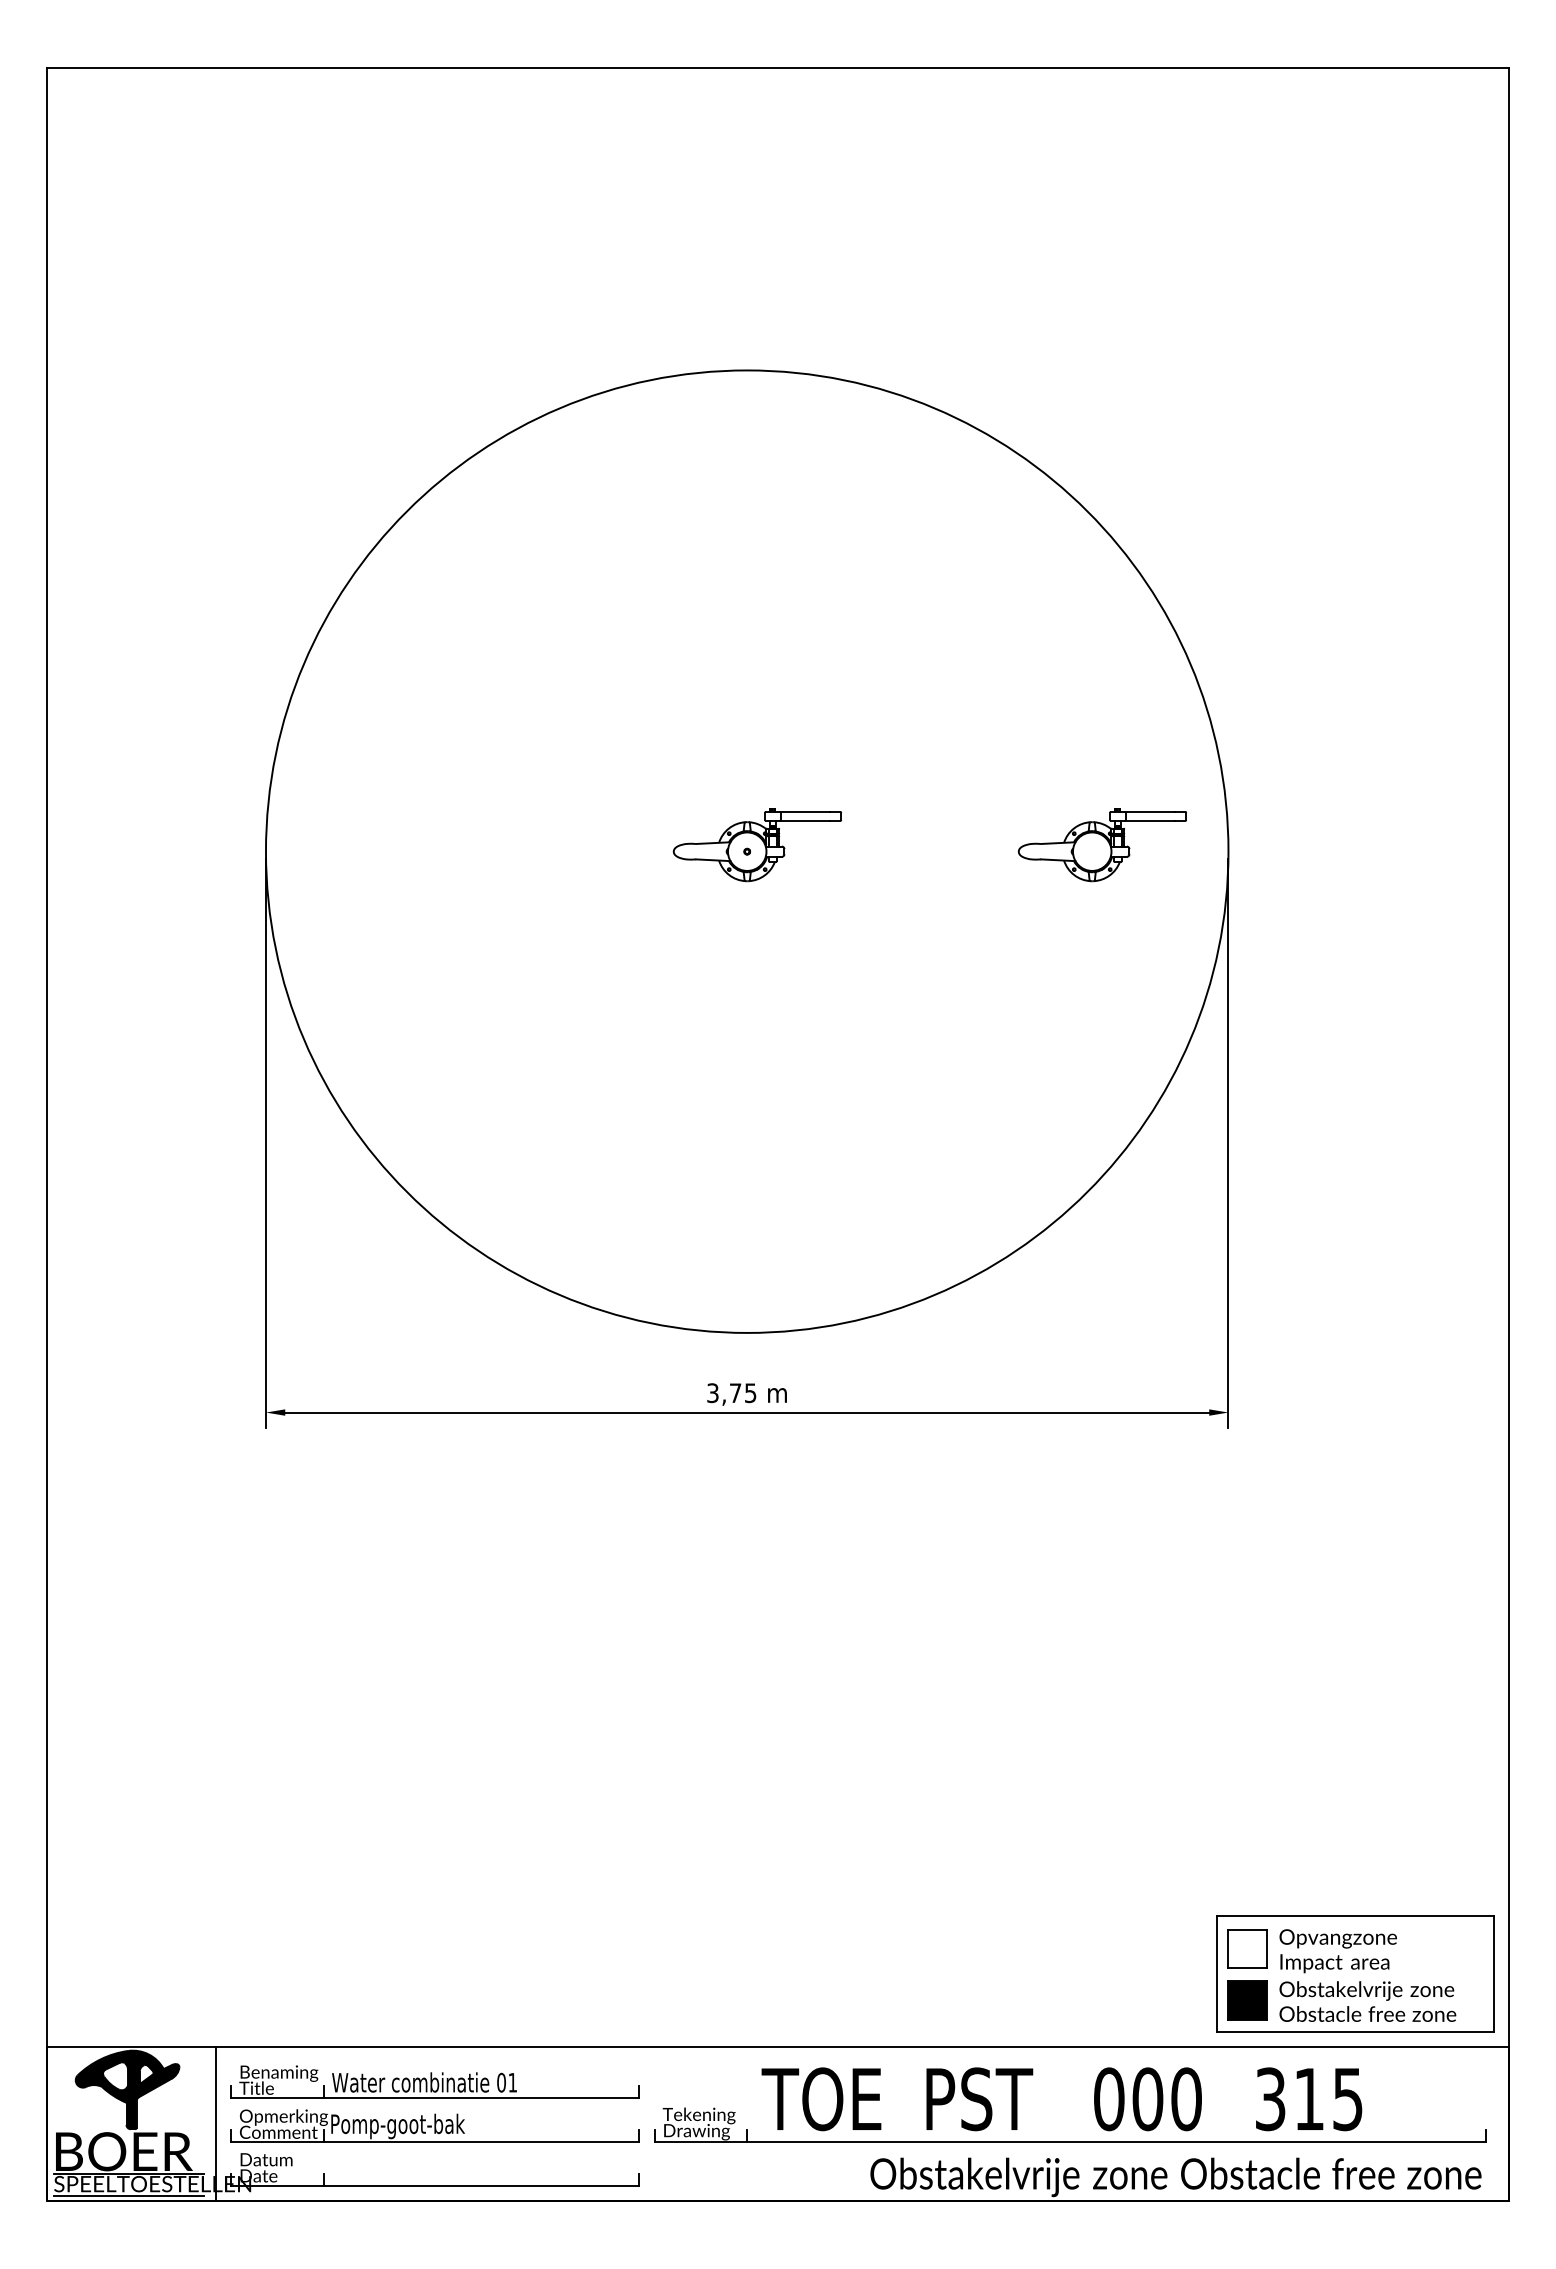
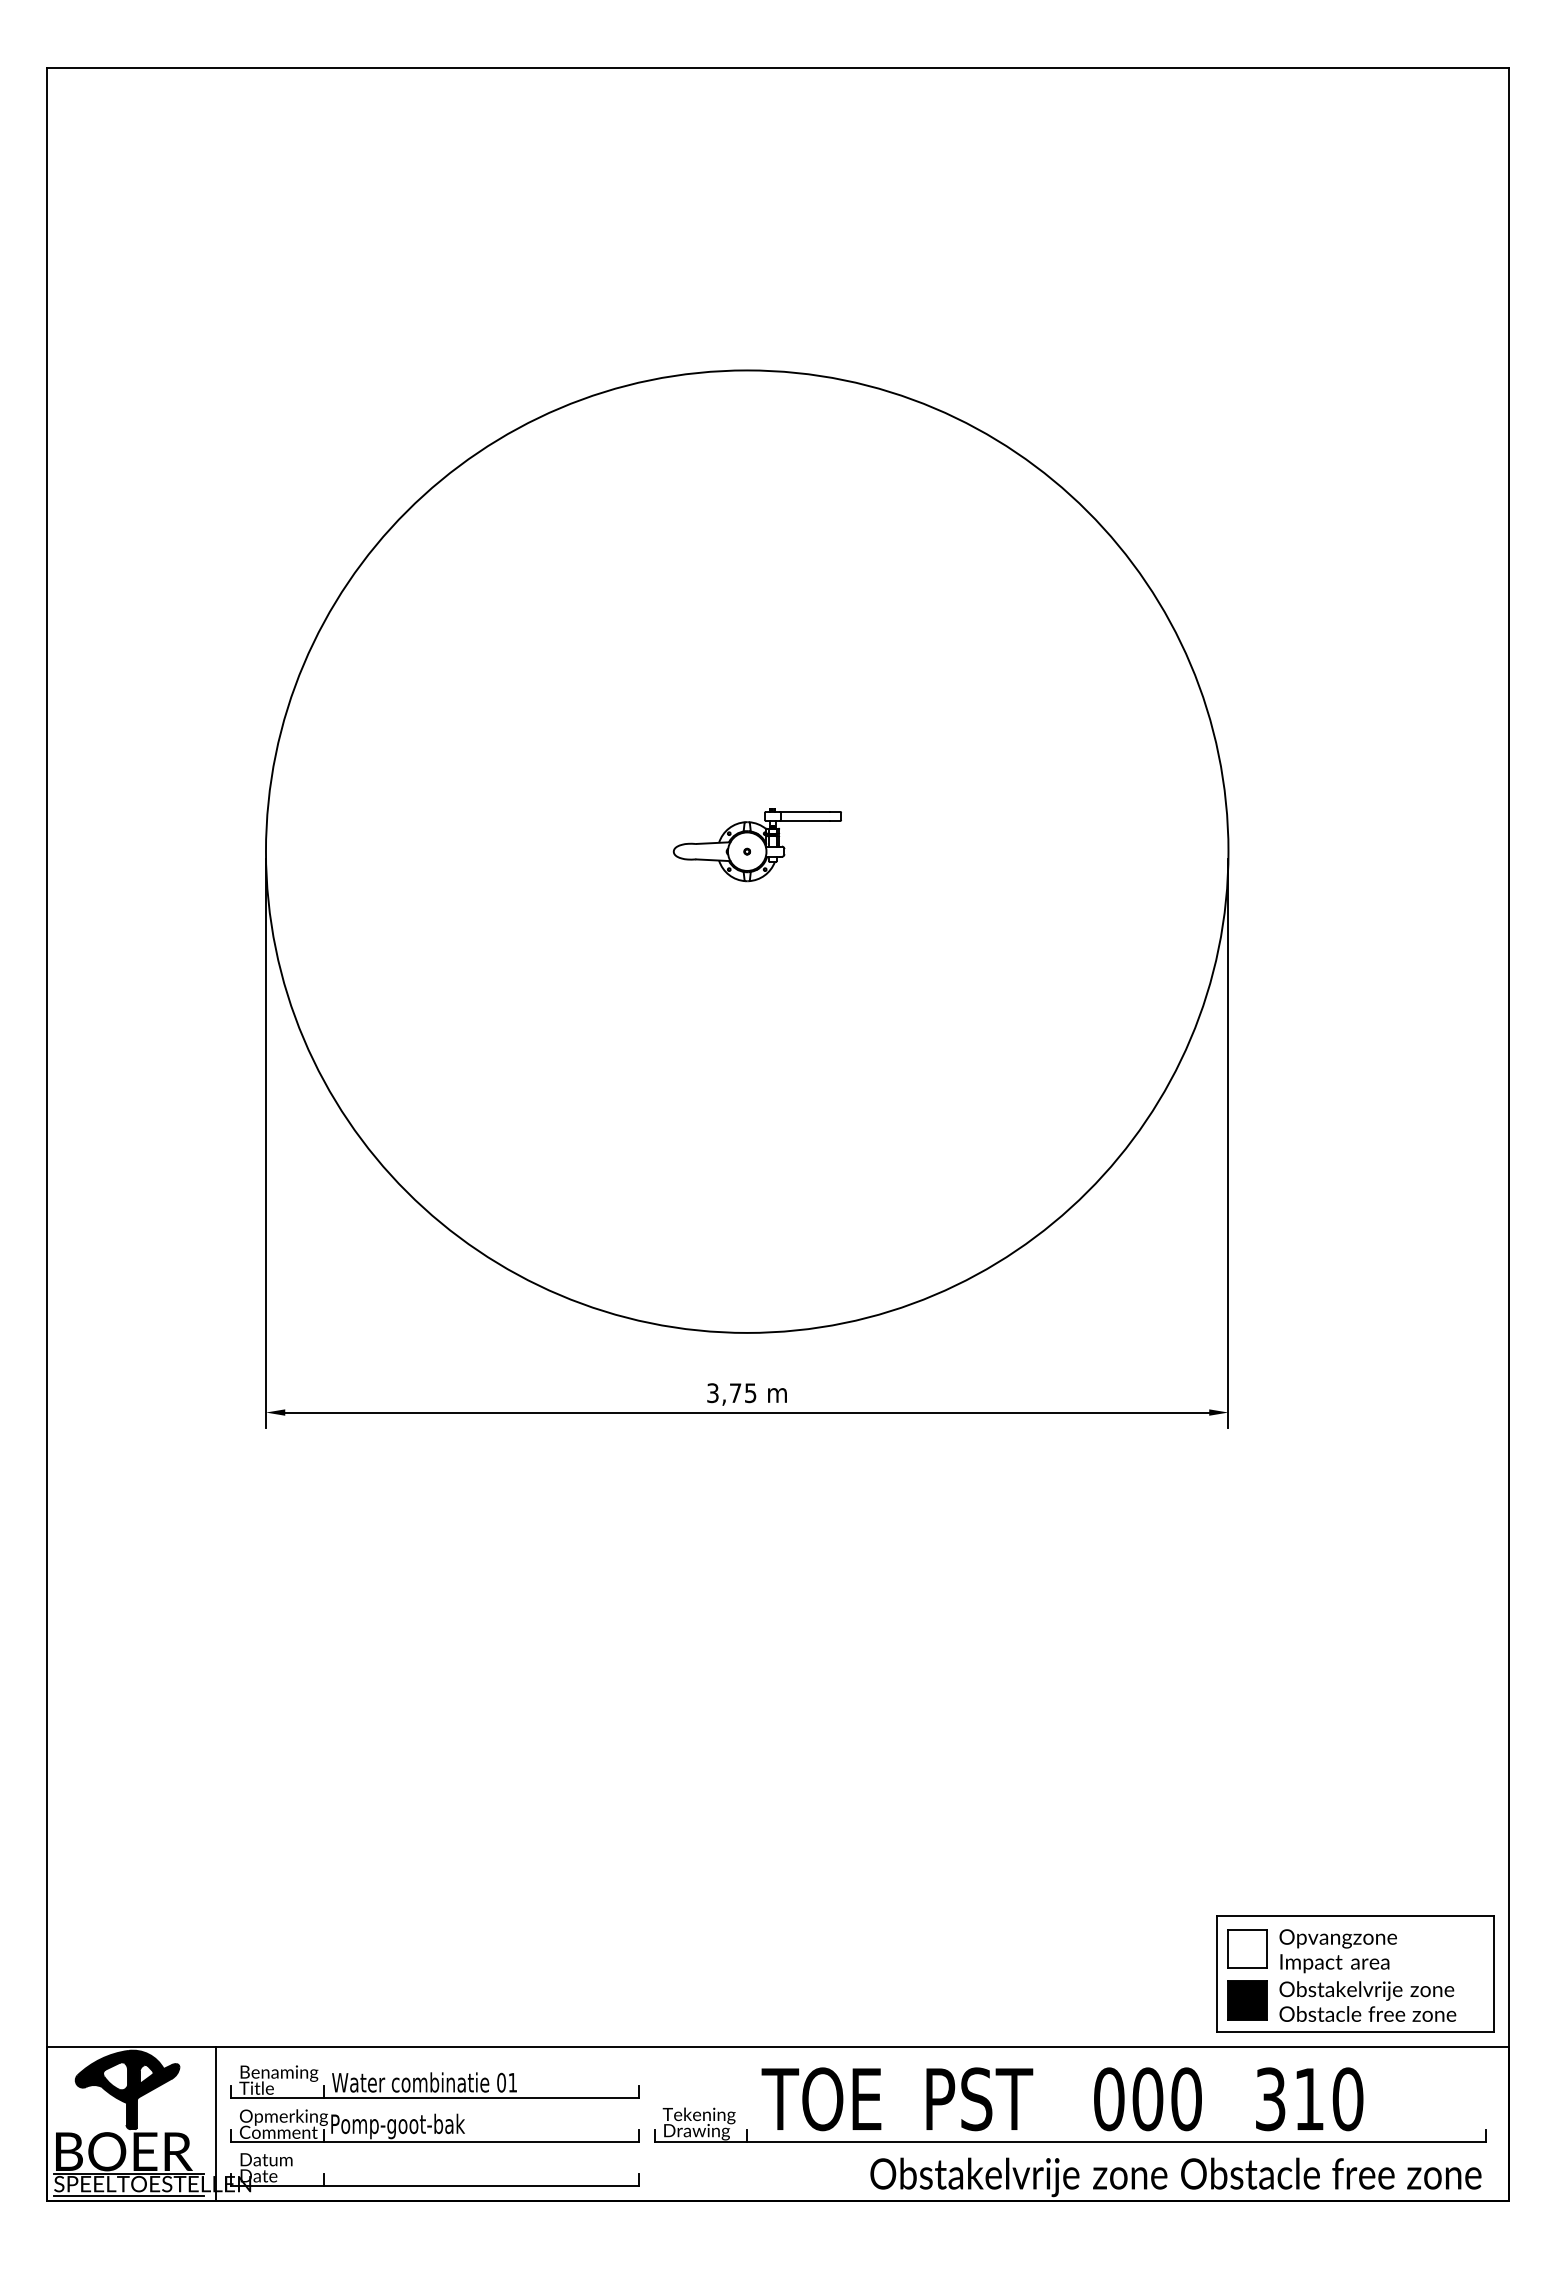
part at (1101, 845): present -> none
text at (1347, 2099): 315 -> 310
